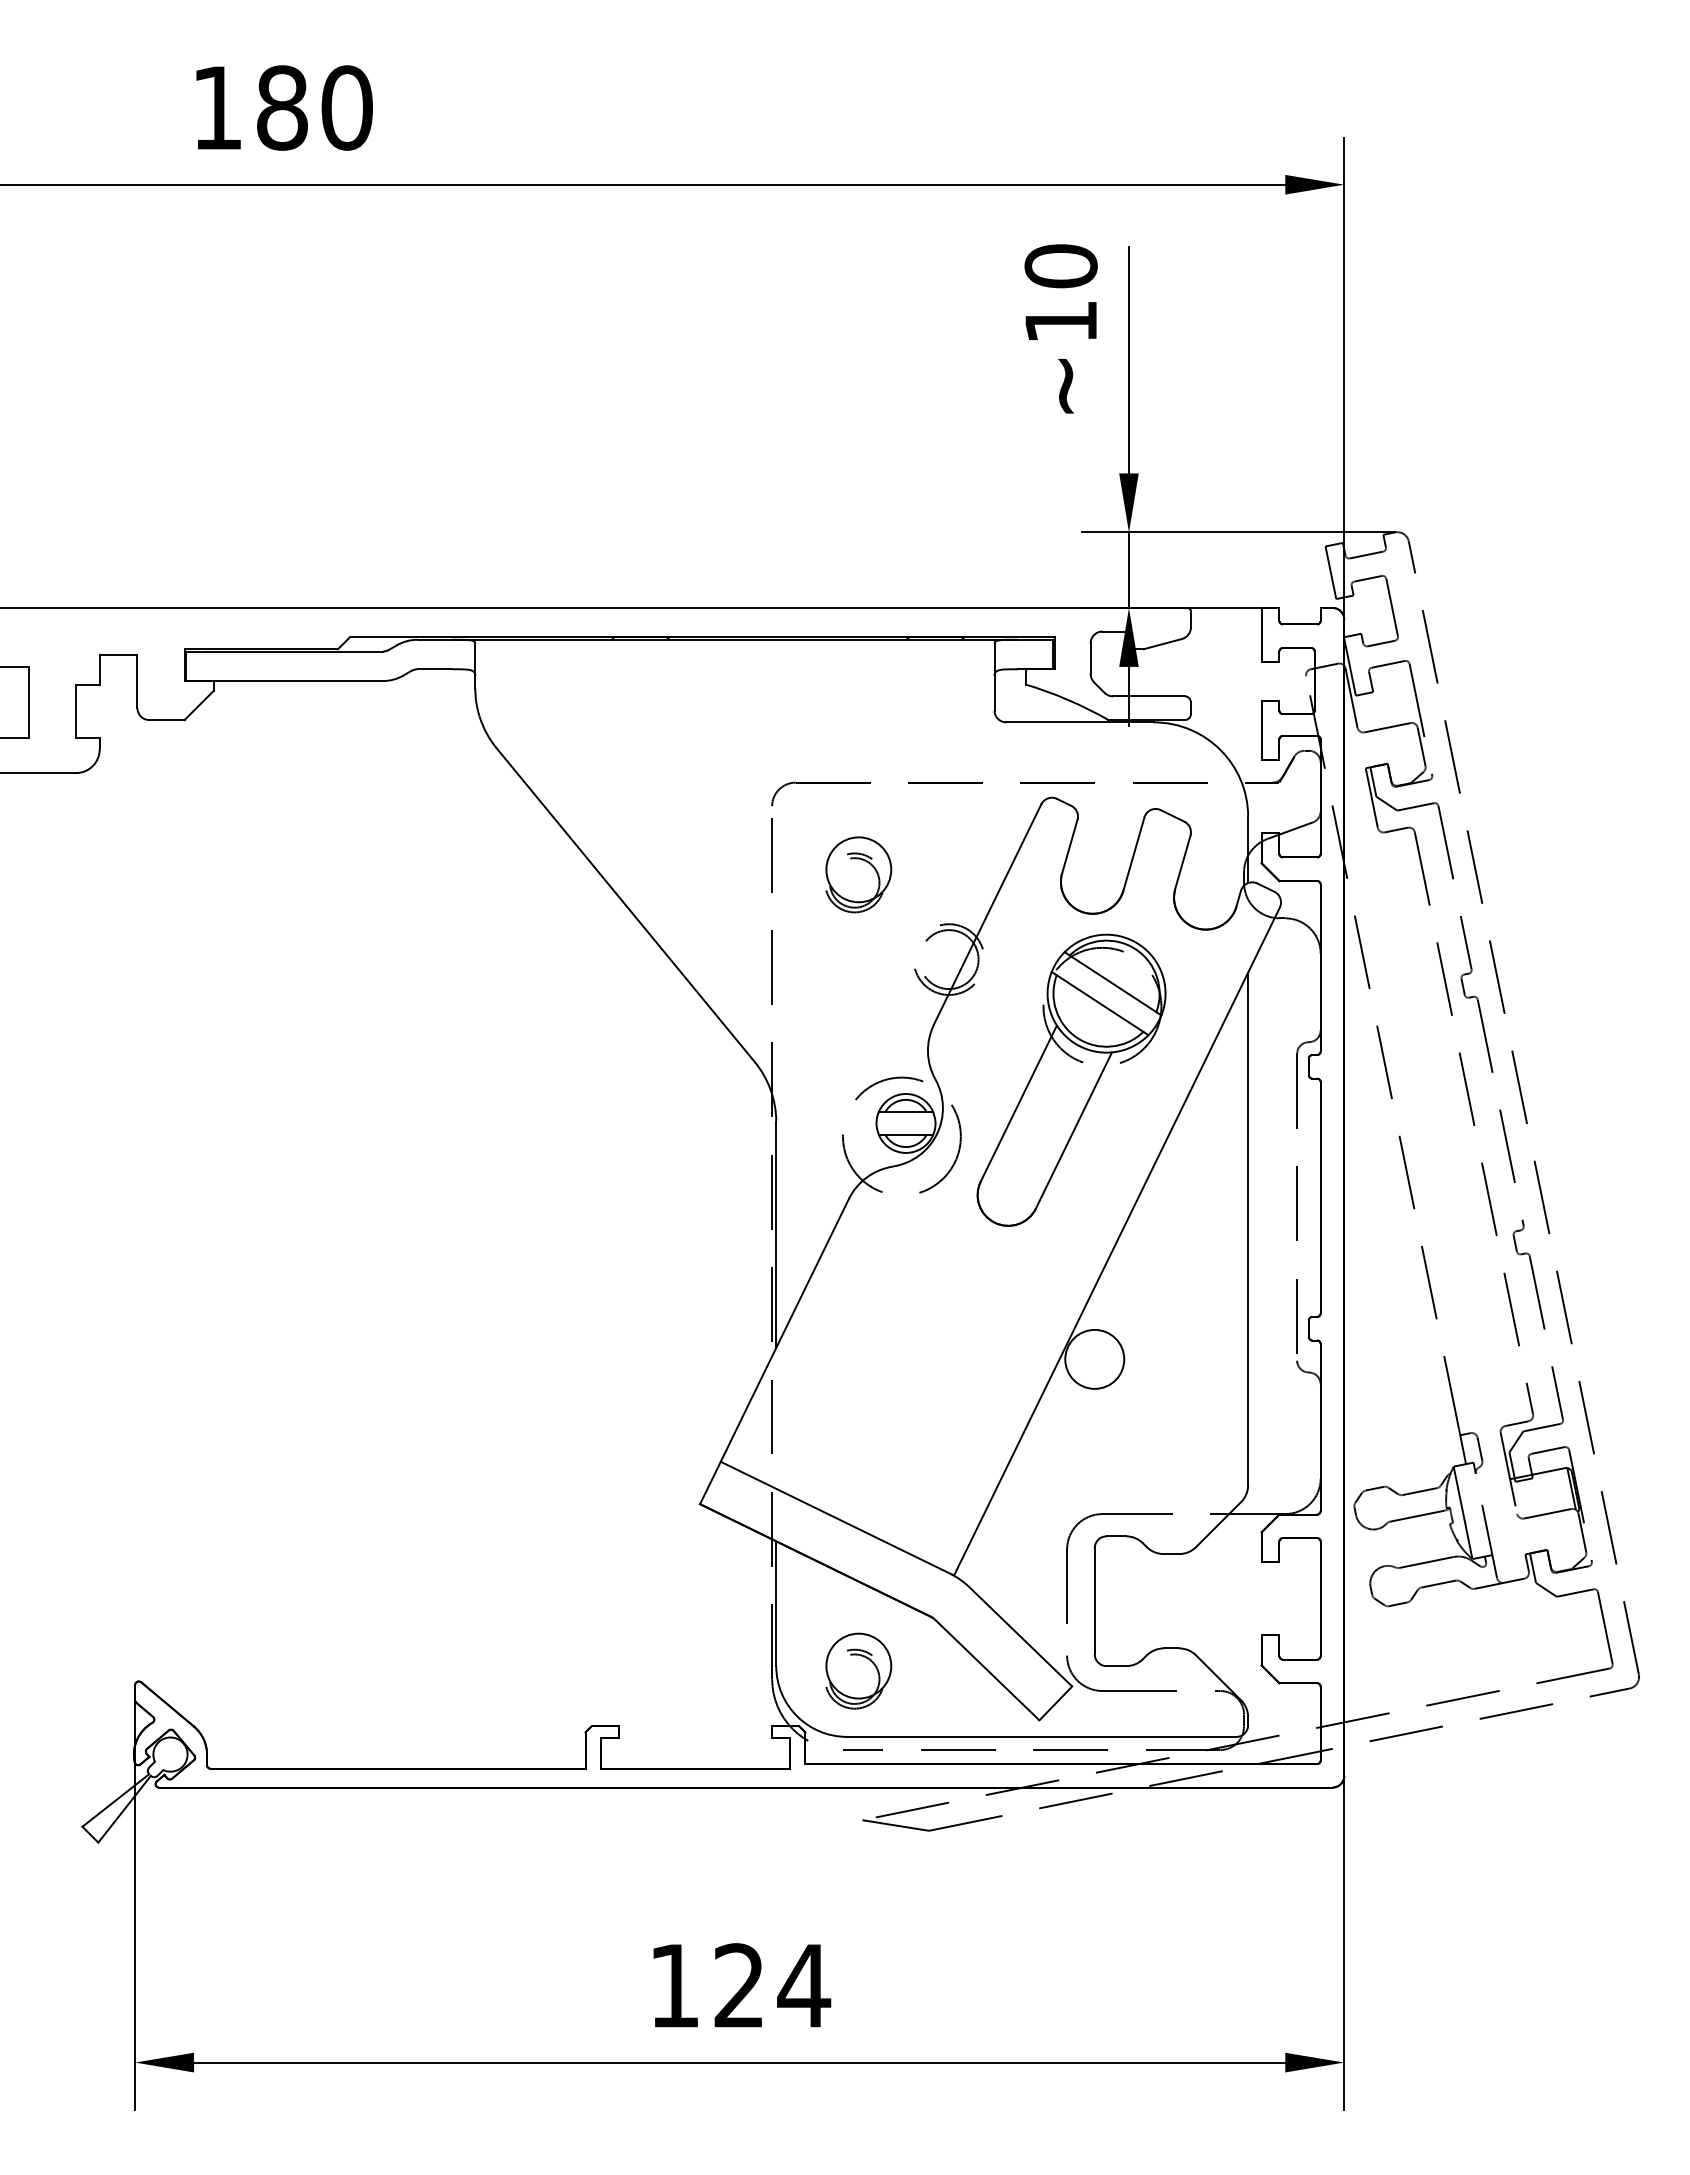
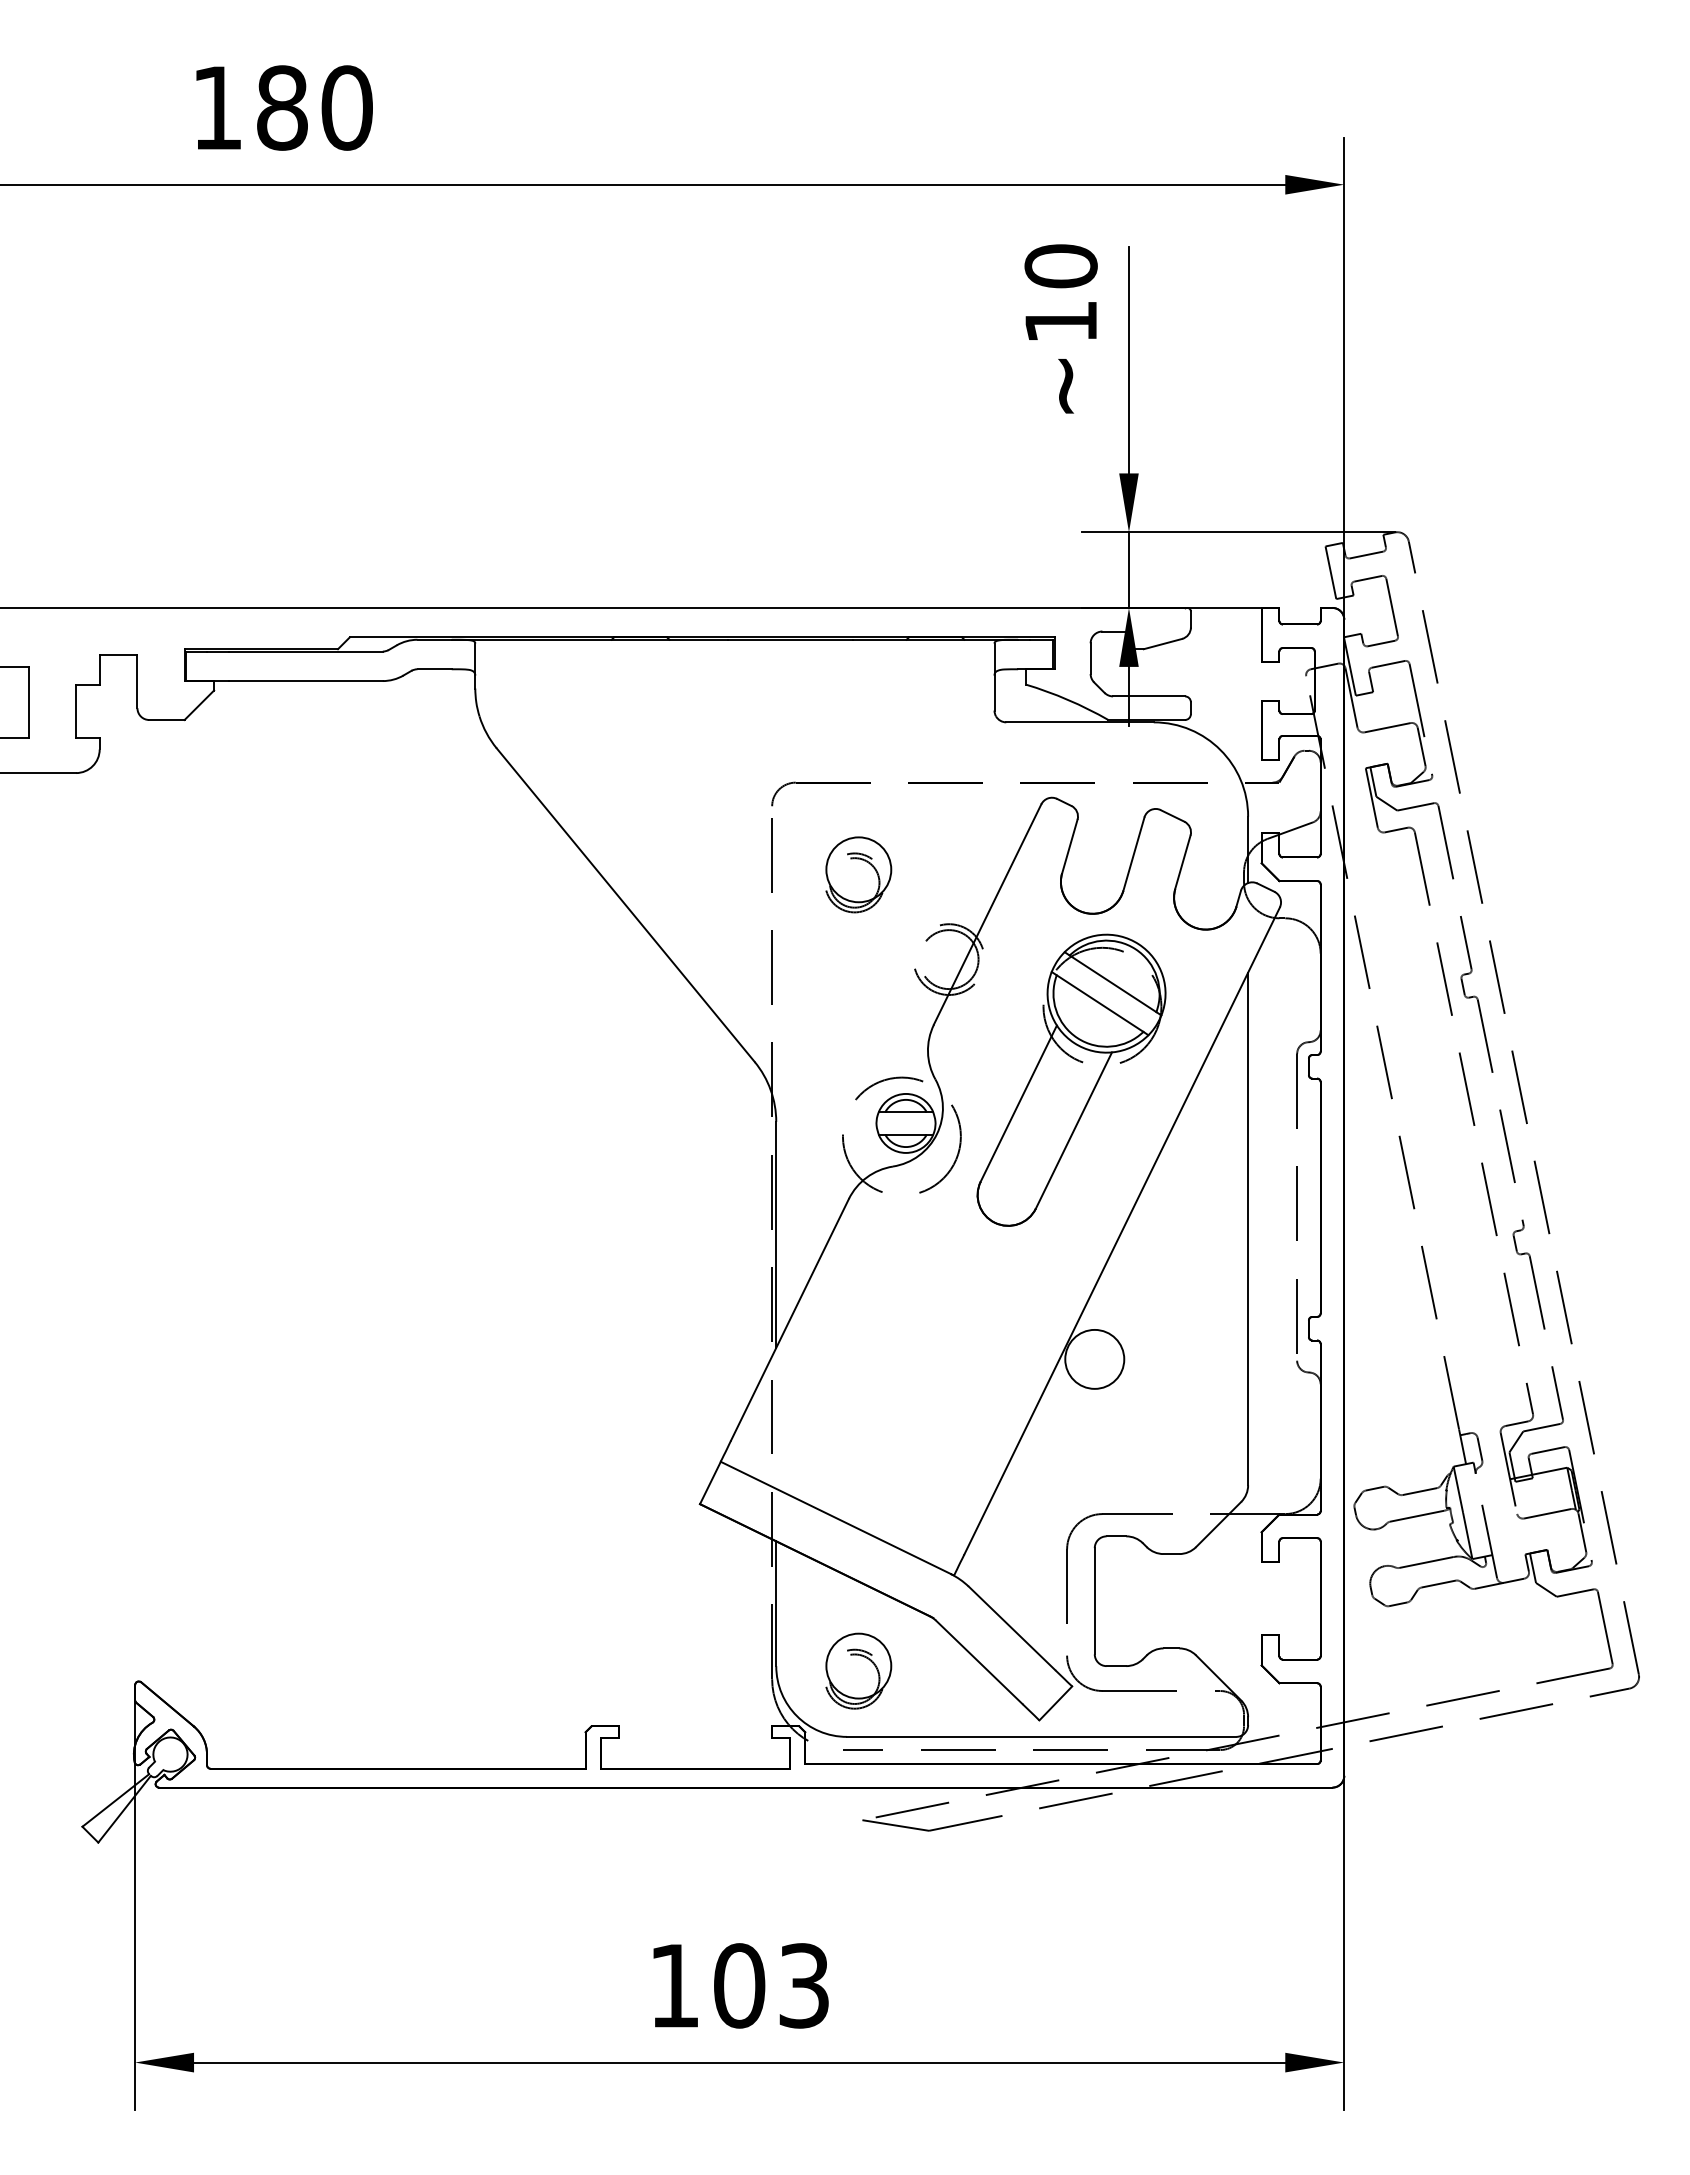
text at (772, 1985): 124 -> 103
